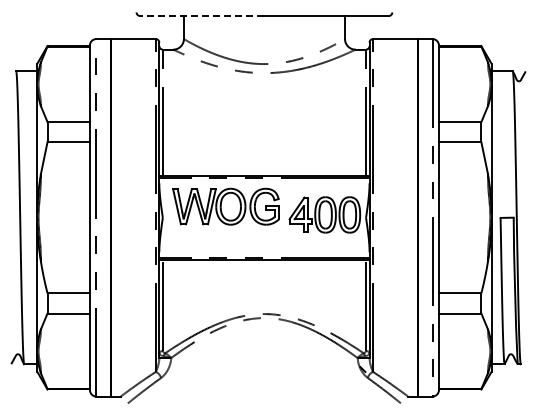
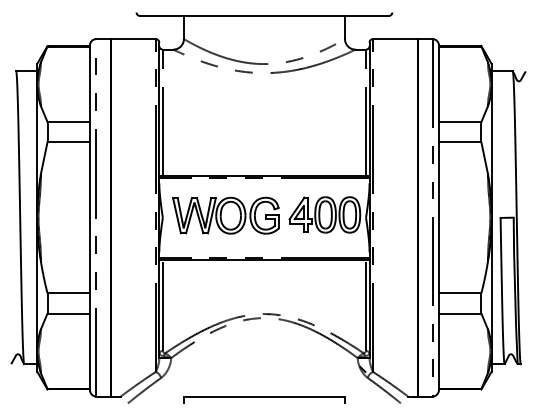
line at (201, 15): dashed -> solid
part at (225, 206) position: (225, 206) -> (225, 215)
part at (264, 399): none -> present
